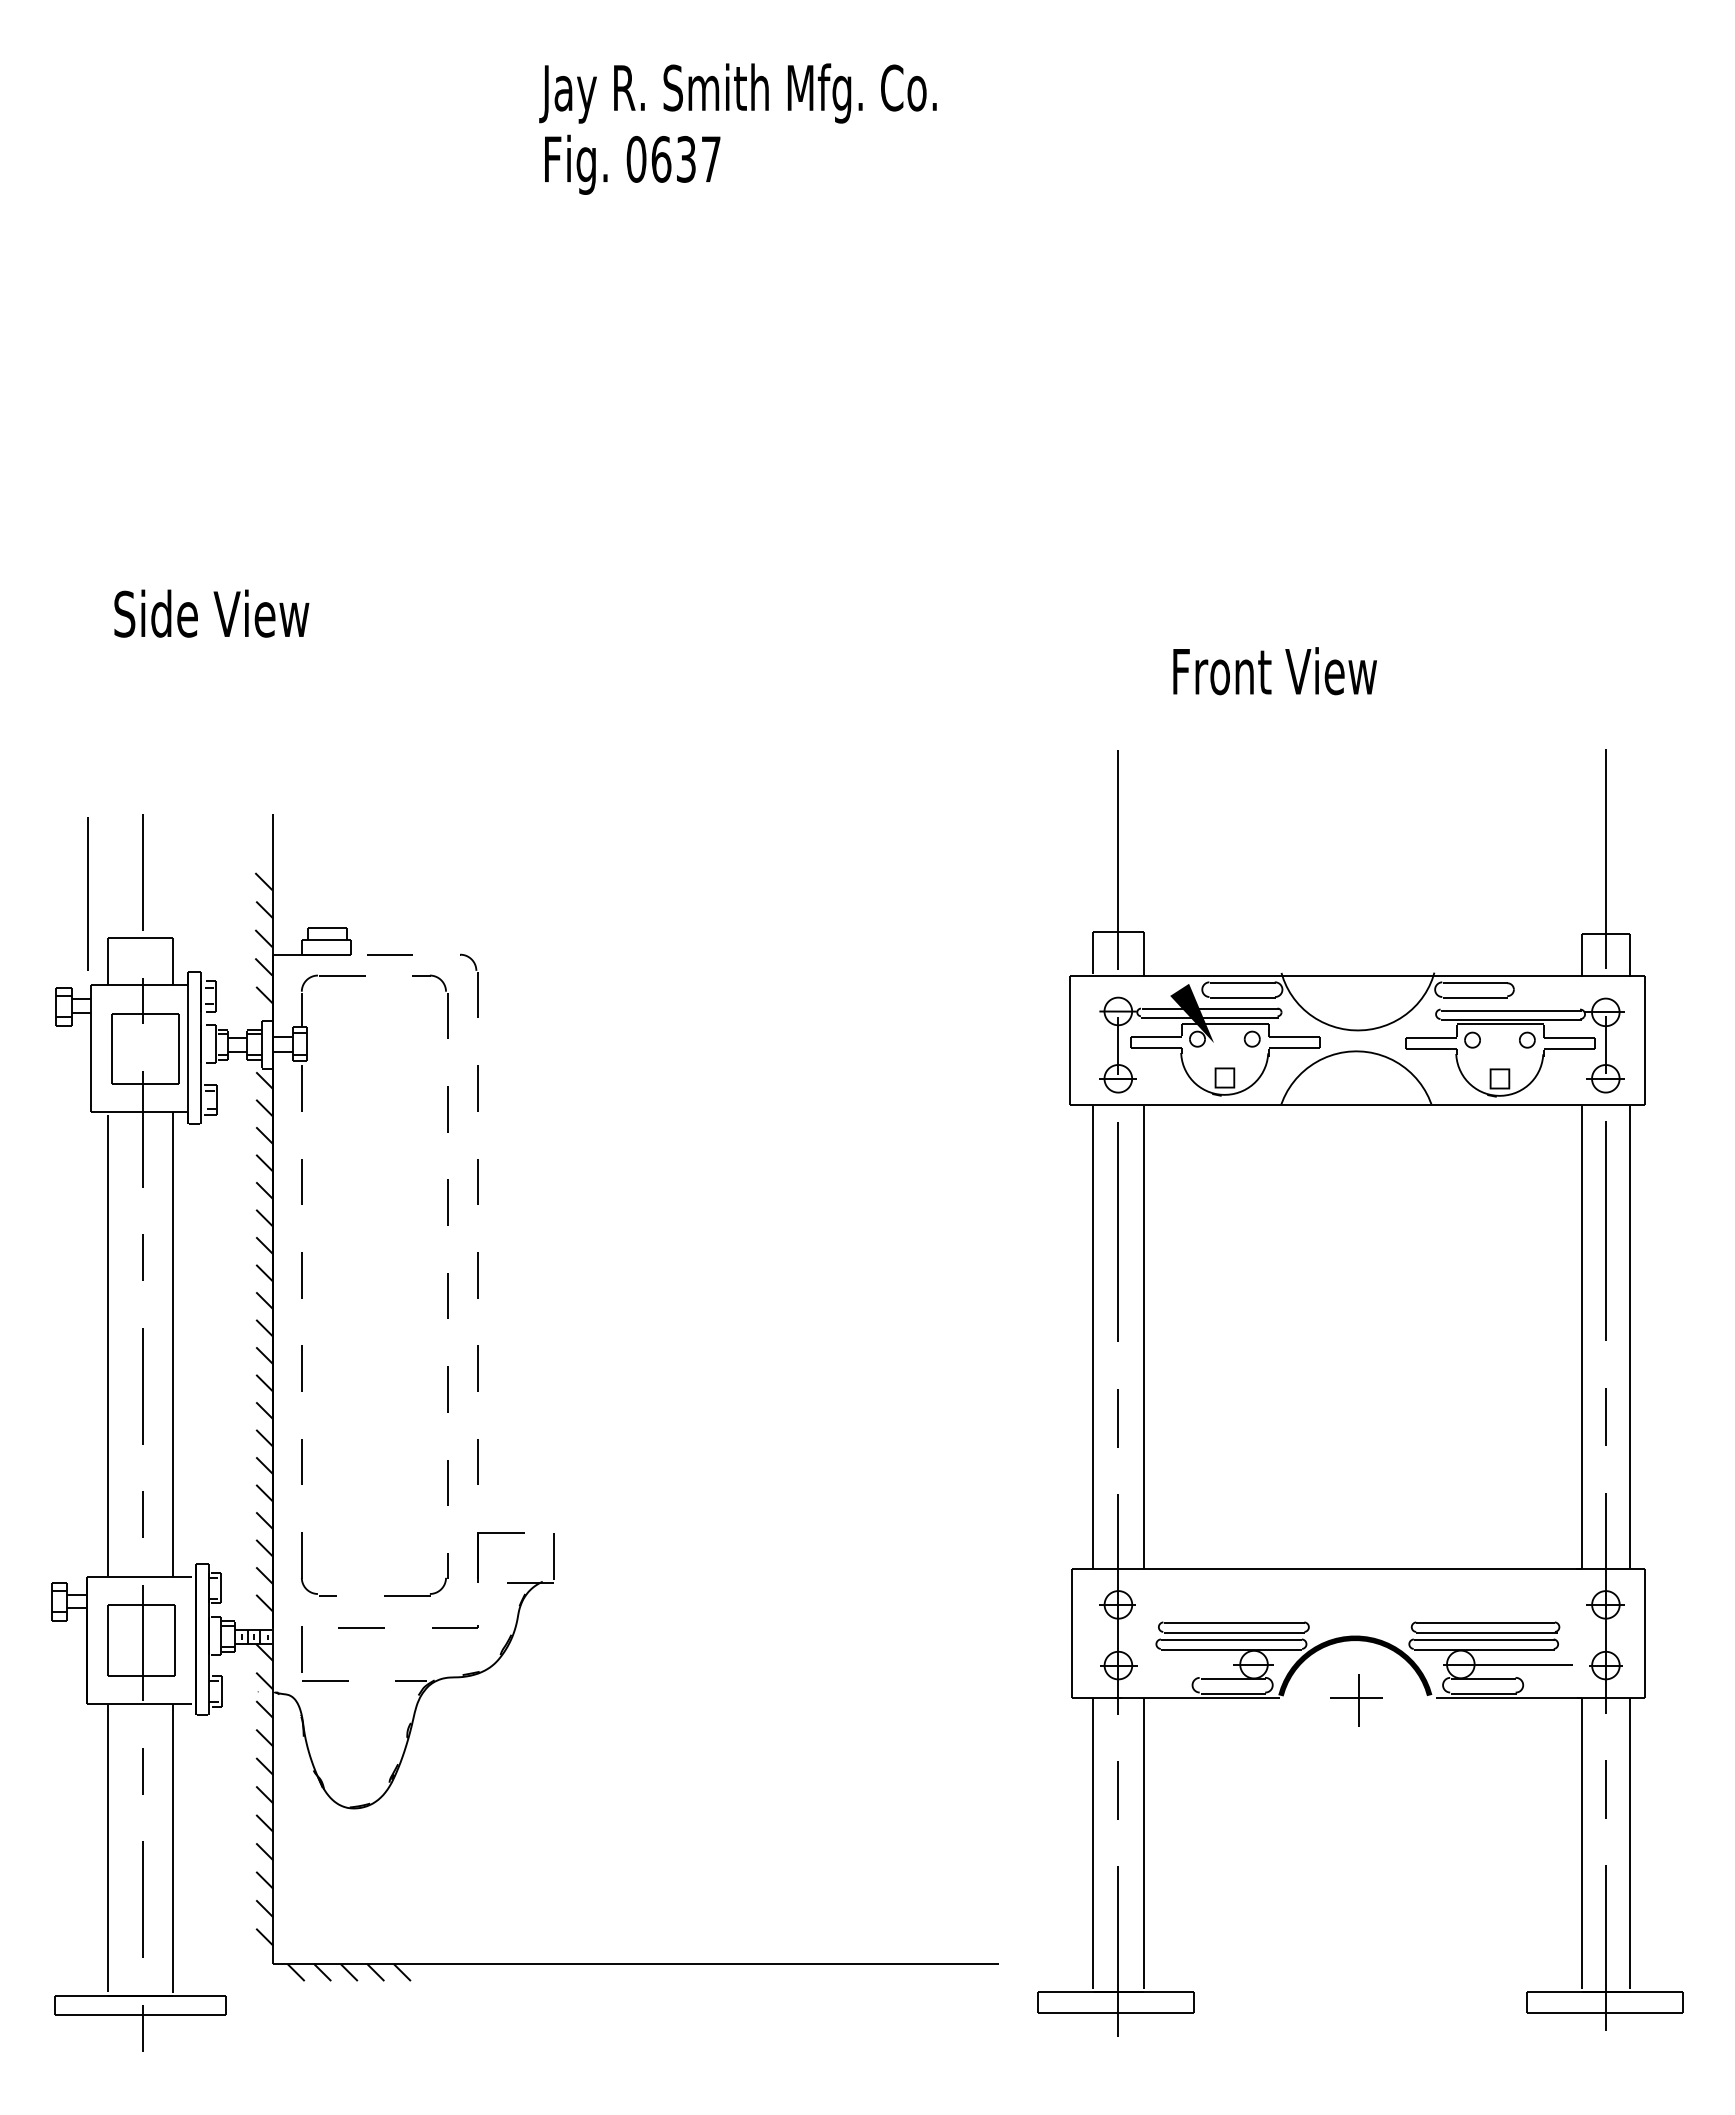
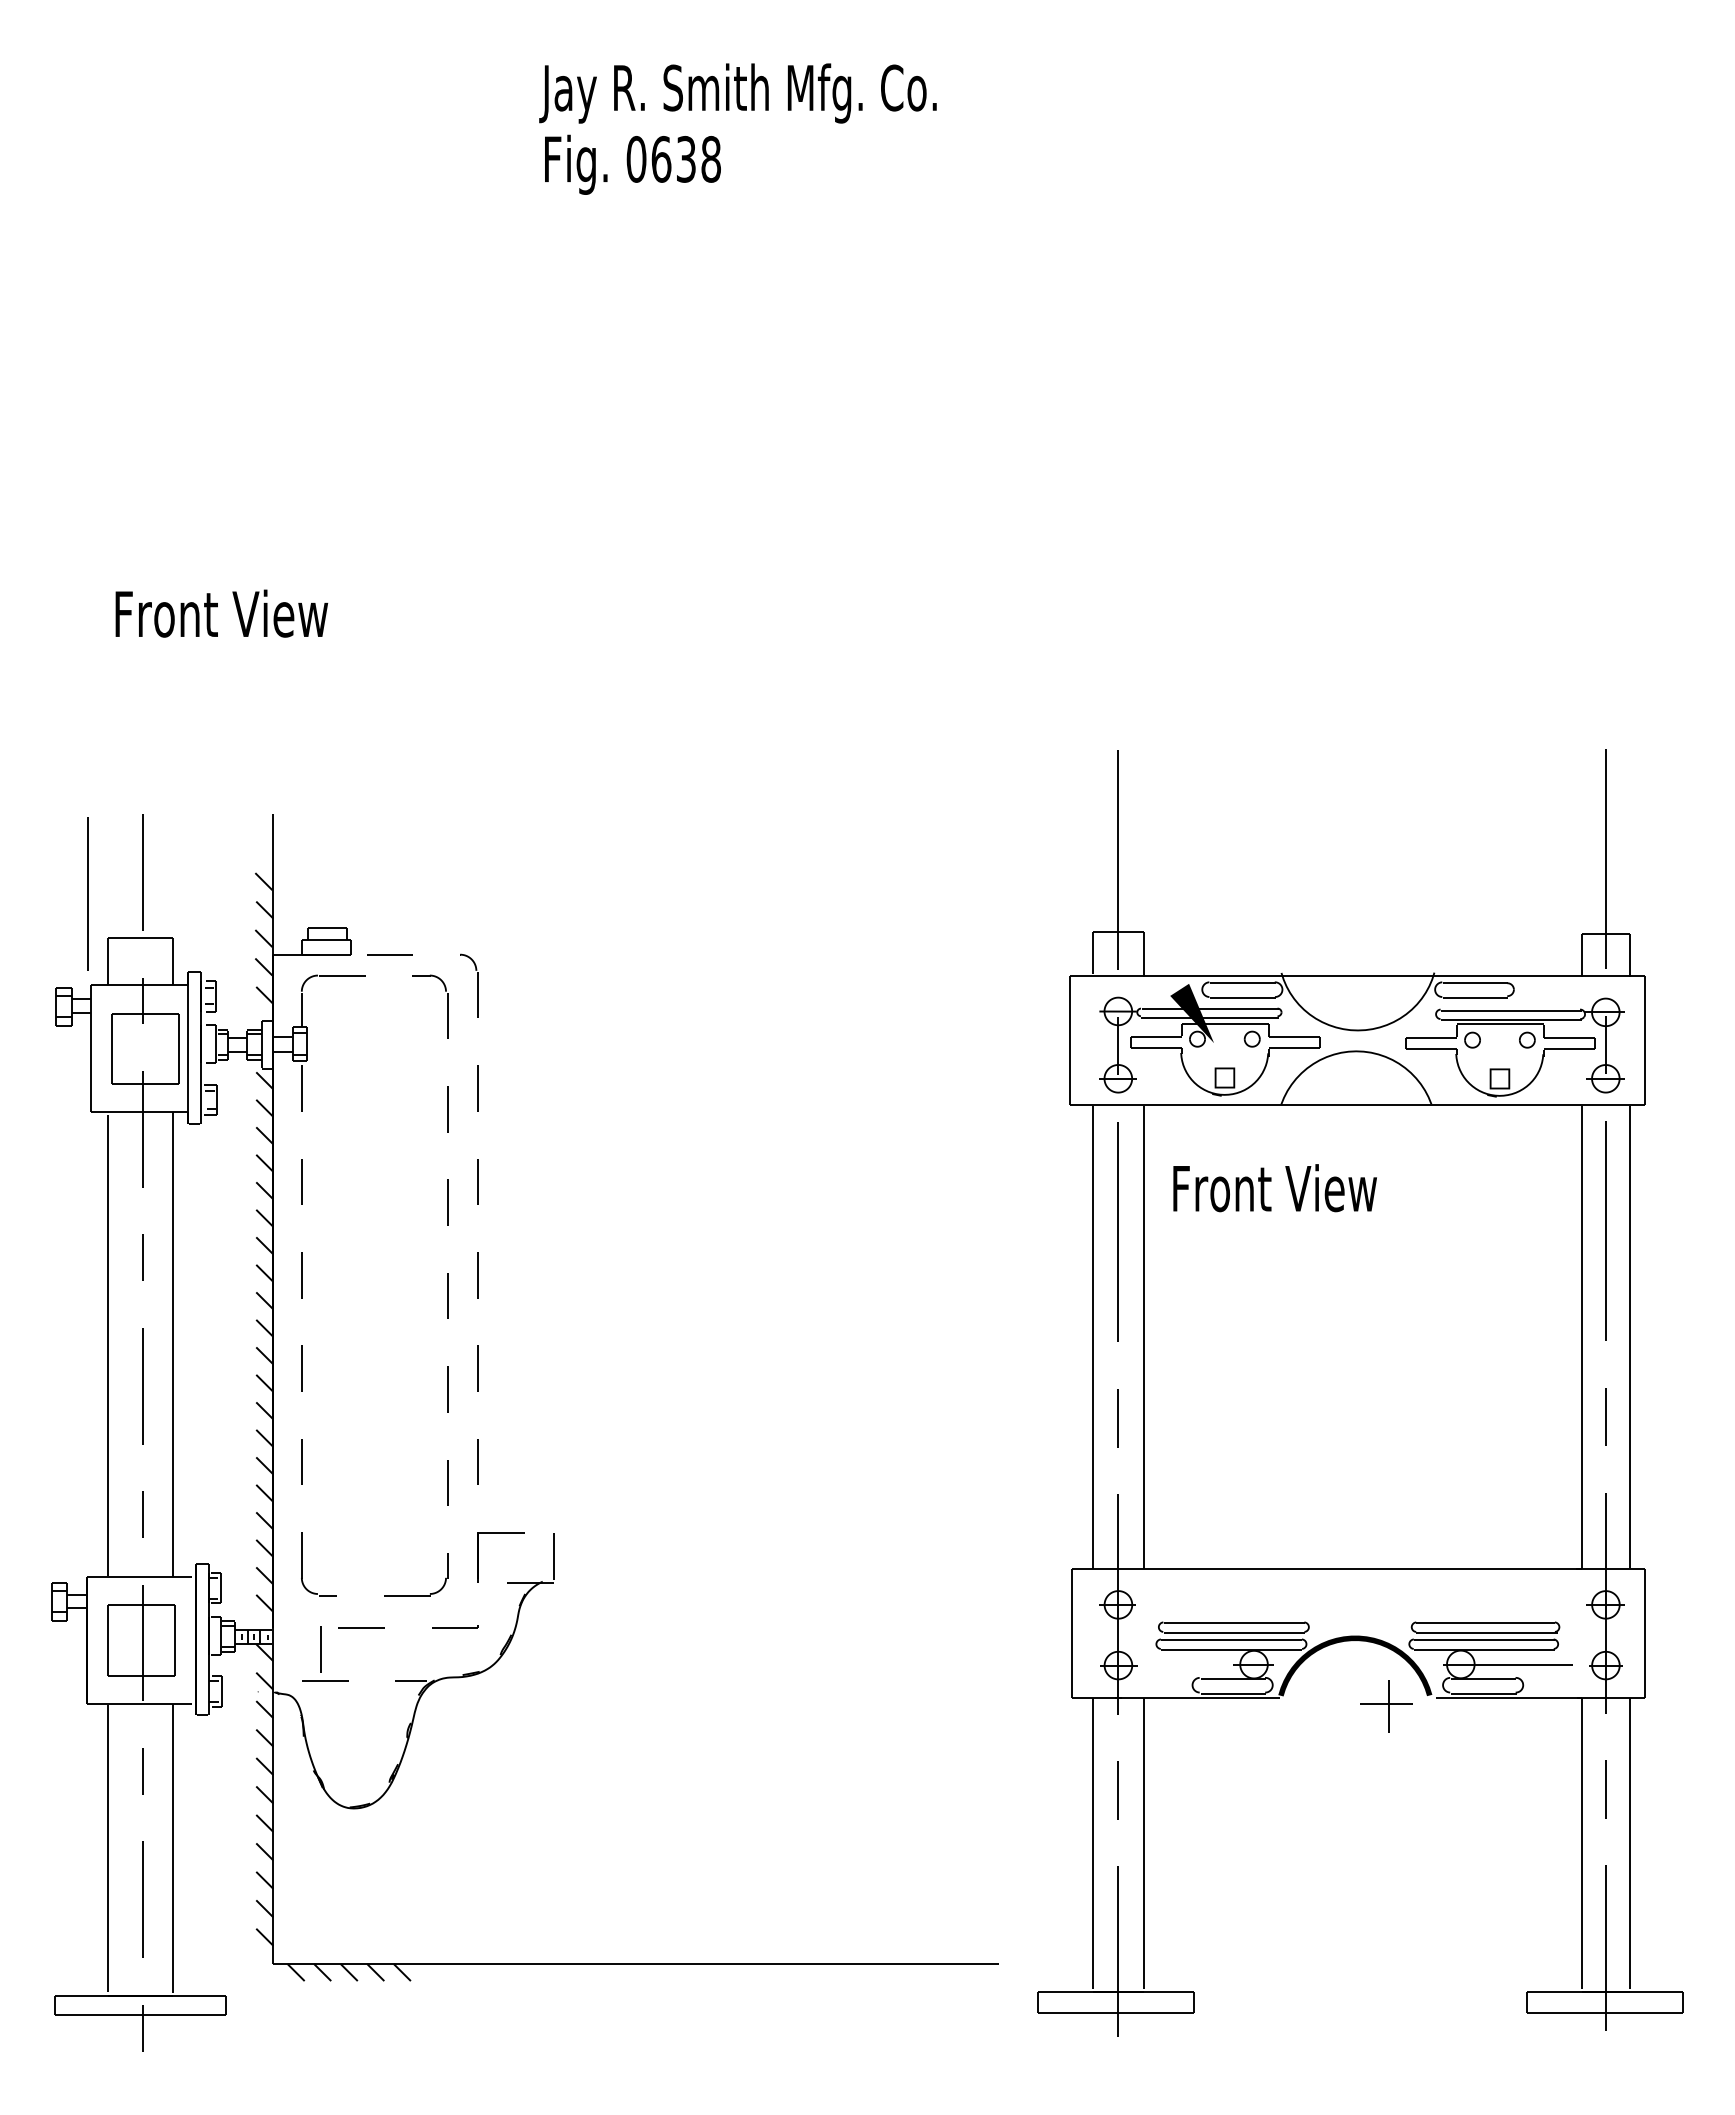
text at (710, 159): 0637 -> 0638
text at (221, 613): Side View -> Front View
text at (1274, 671) position: (1274, 671) -> (1274, 1188)
line at (301, 1649) position: (301, 1649) -> (320, 1649)
part at (1356, 1700) position: (1356, 1700) -> (1386, 1706)
